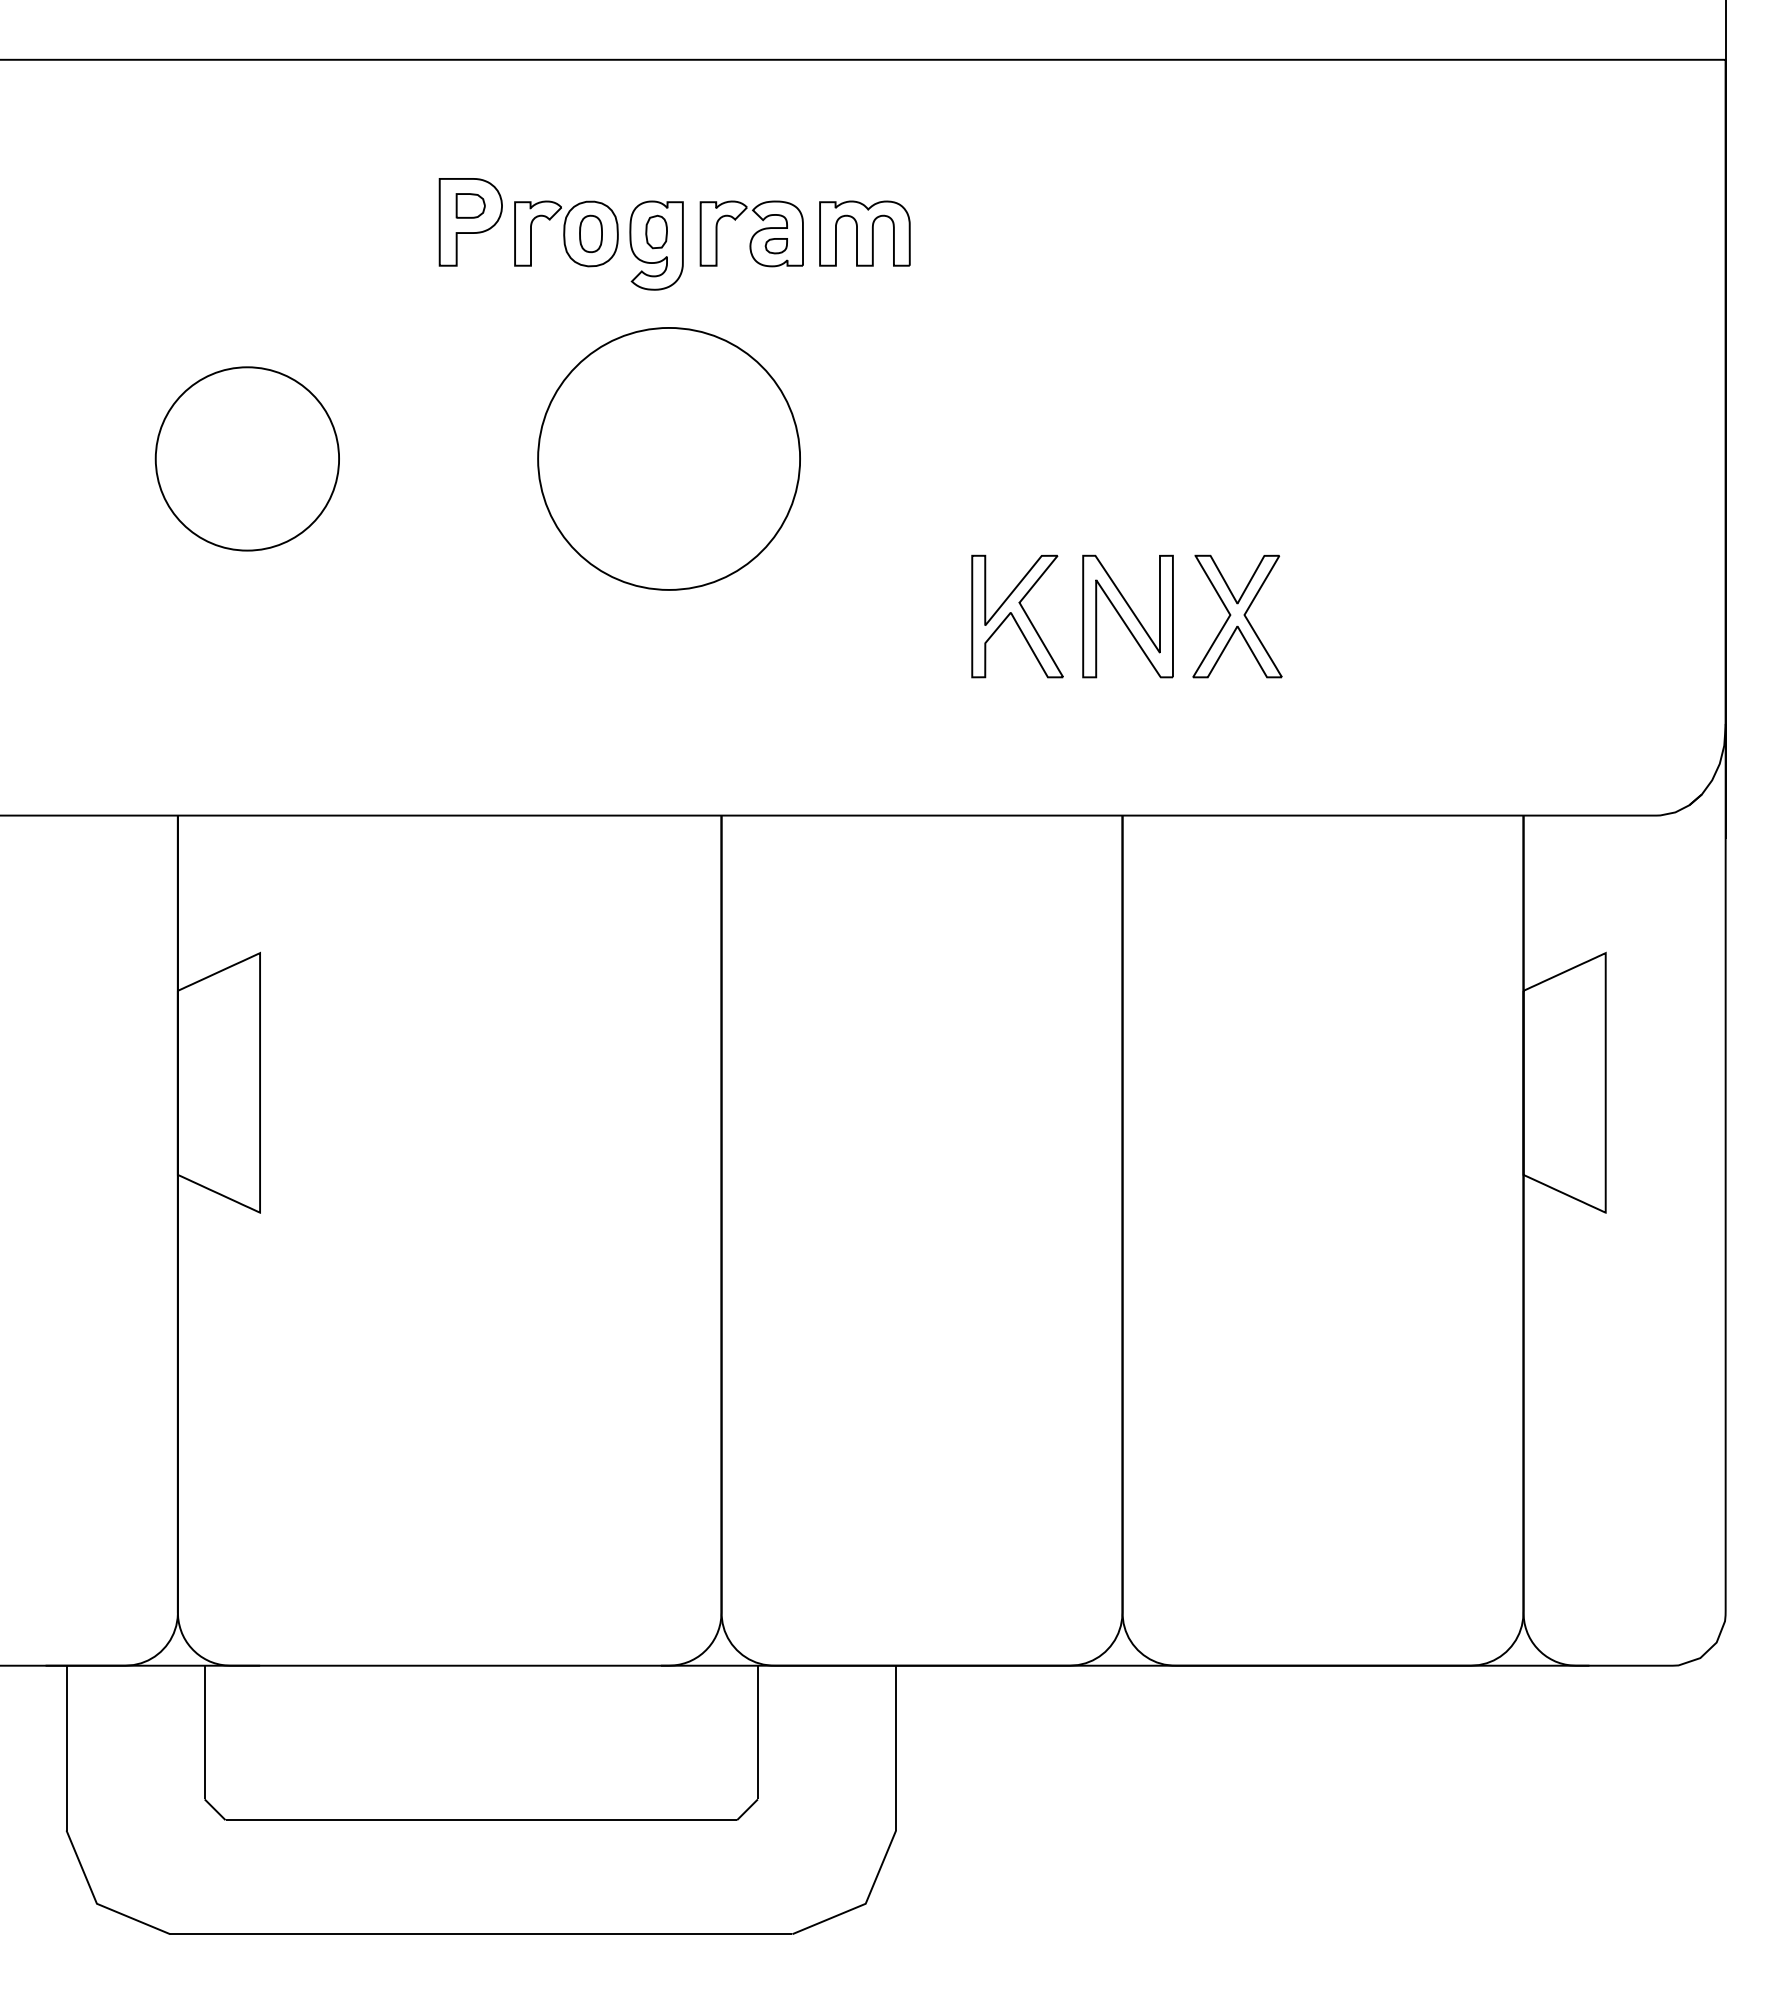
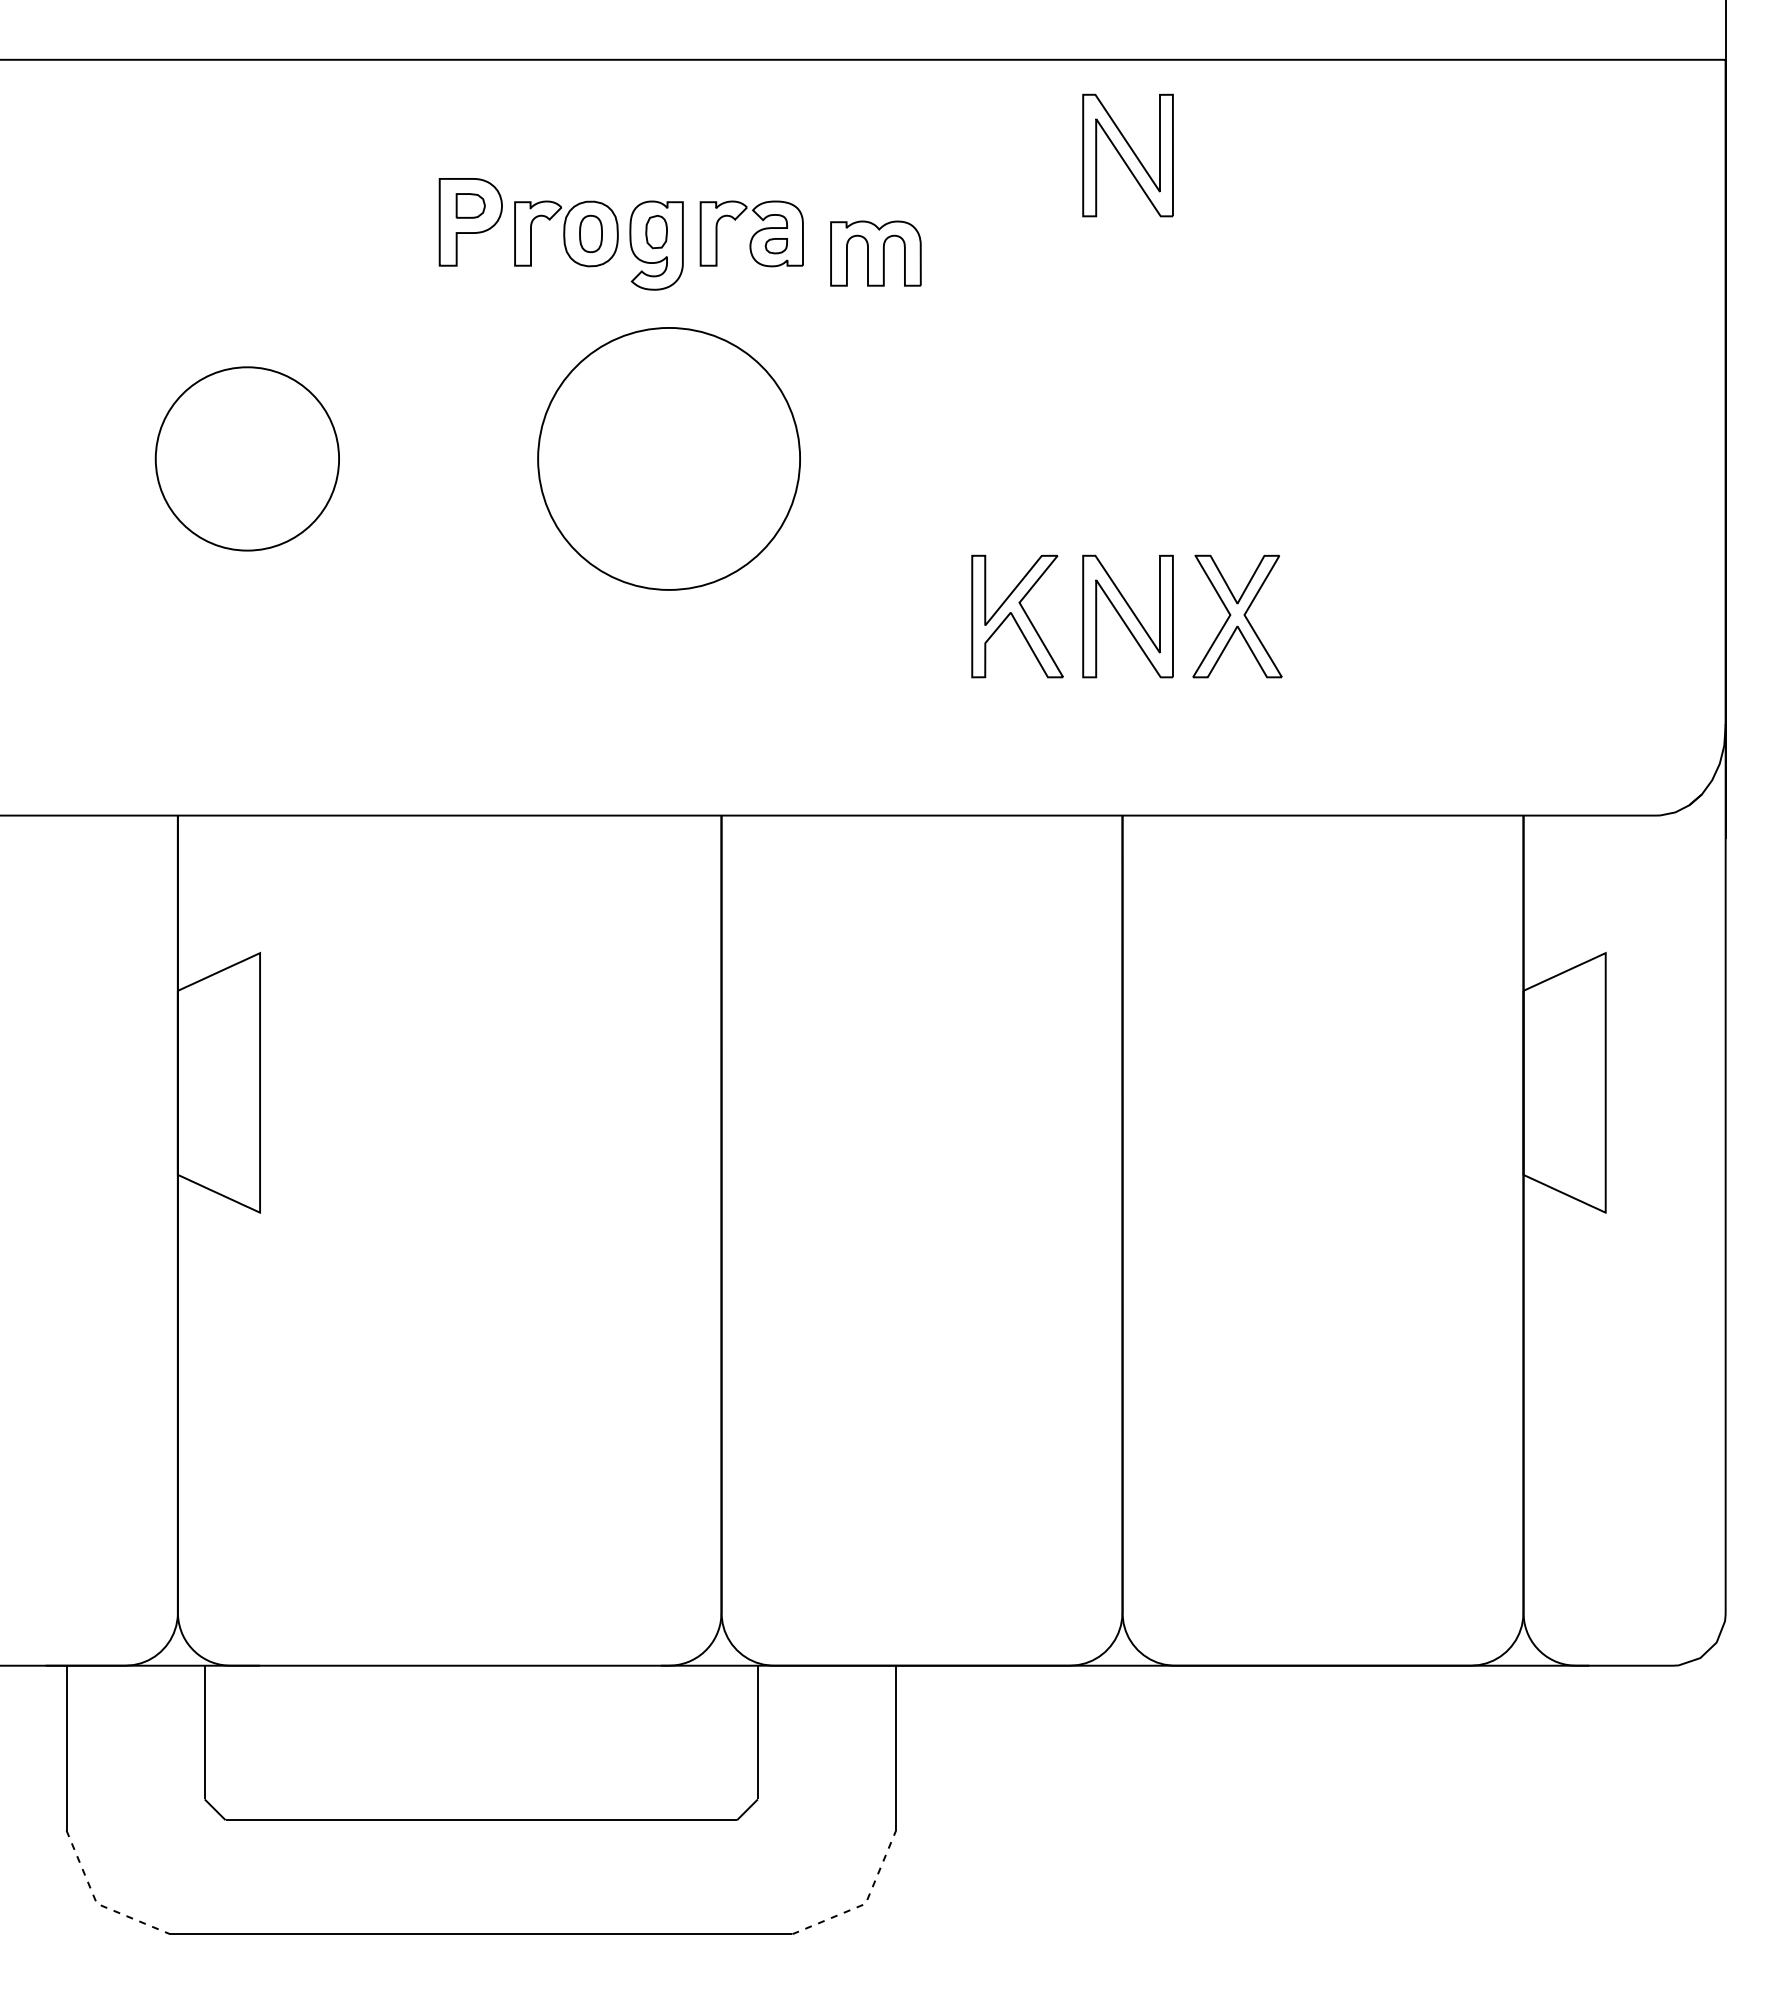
part at (1127, 155): none -> present
part at (864, 233) position: (864, 233) -> (875, 253)
line at (96, 1903): solid -> dashed
line at (865, 1903): solid -> dashed
